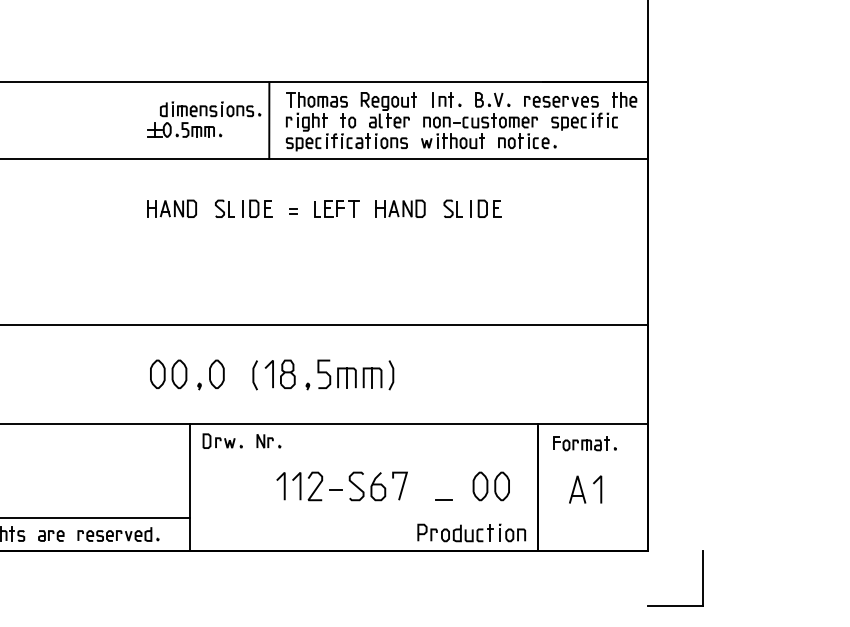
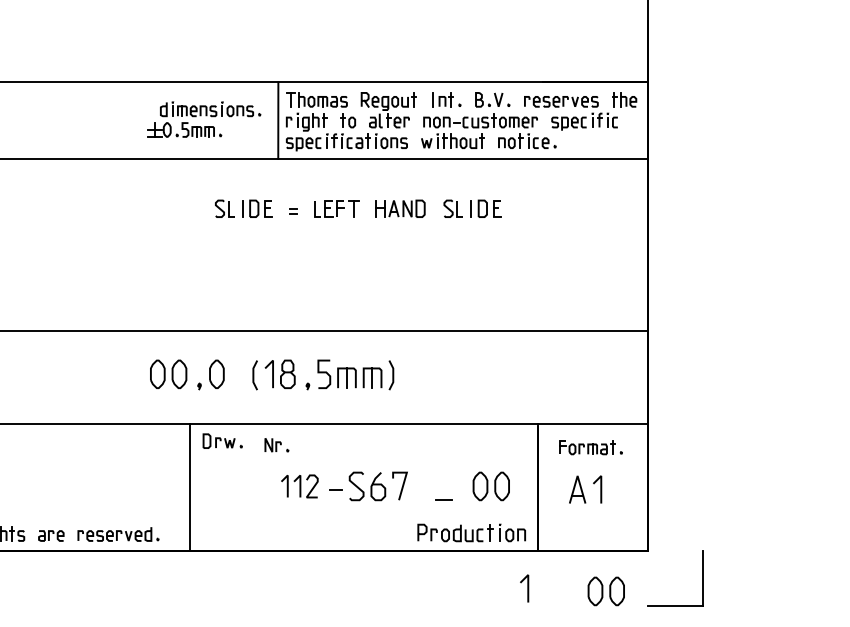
line at (269, 120) position: (269, 120) -> (278, 120)
part at (171, 208): present -> none
line at (324, 324) position: (324, 324) -> (324, 330)
part at (268, 441) position: (268, 441) -> (276, 445)
part at (584, 443) position: (584, 443) -> (590, 447)
part at (299, 486) size: 48x31 px -> 38x25 px
line at (95, 517): present -> none
line at (527, 588): none -> present
part at (605, 591): none -> present
